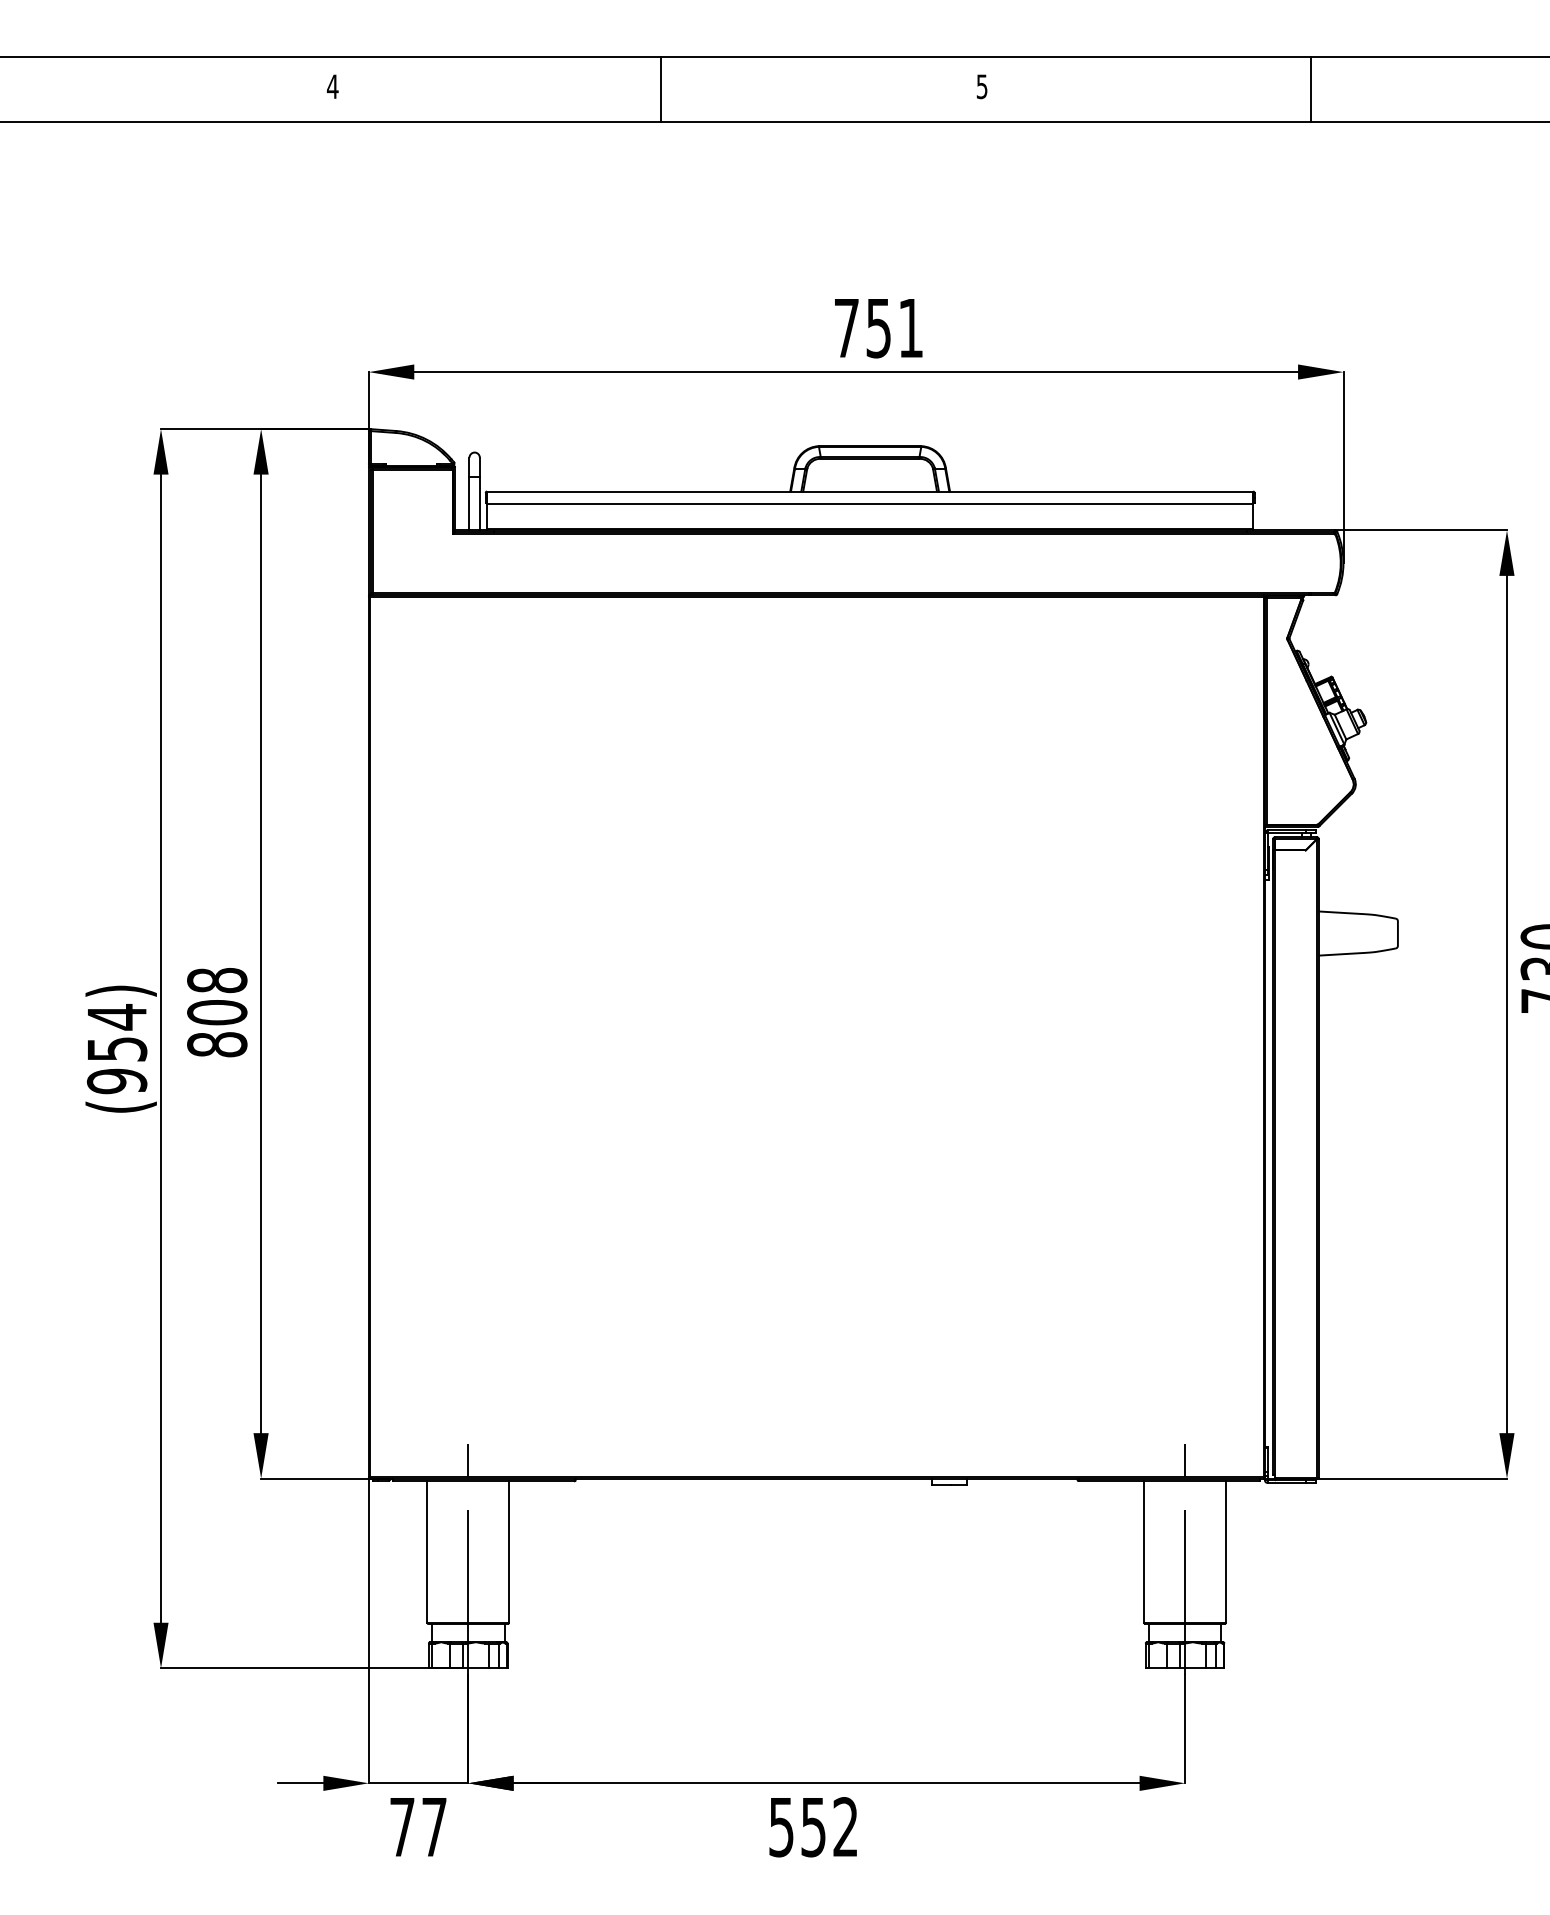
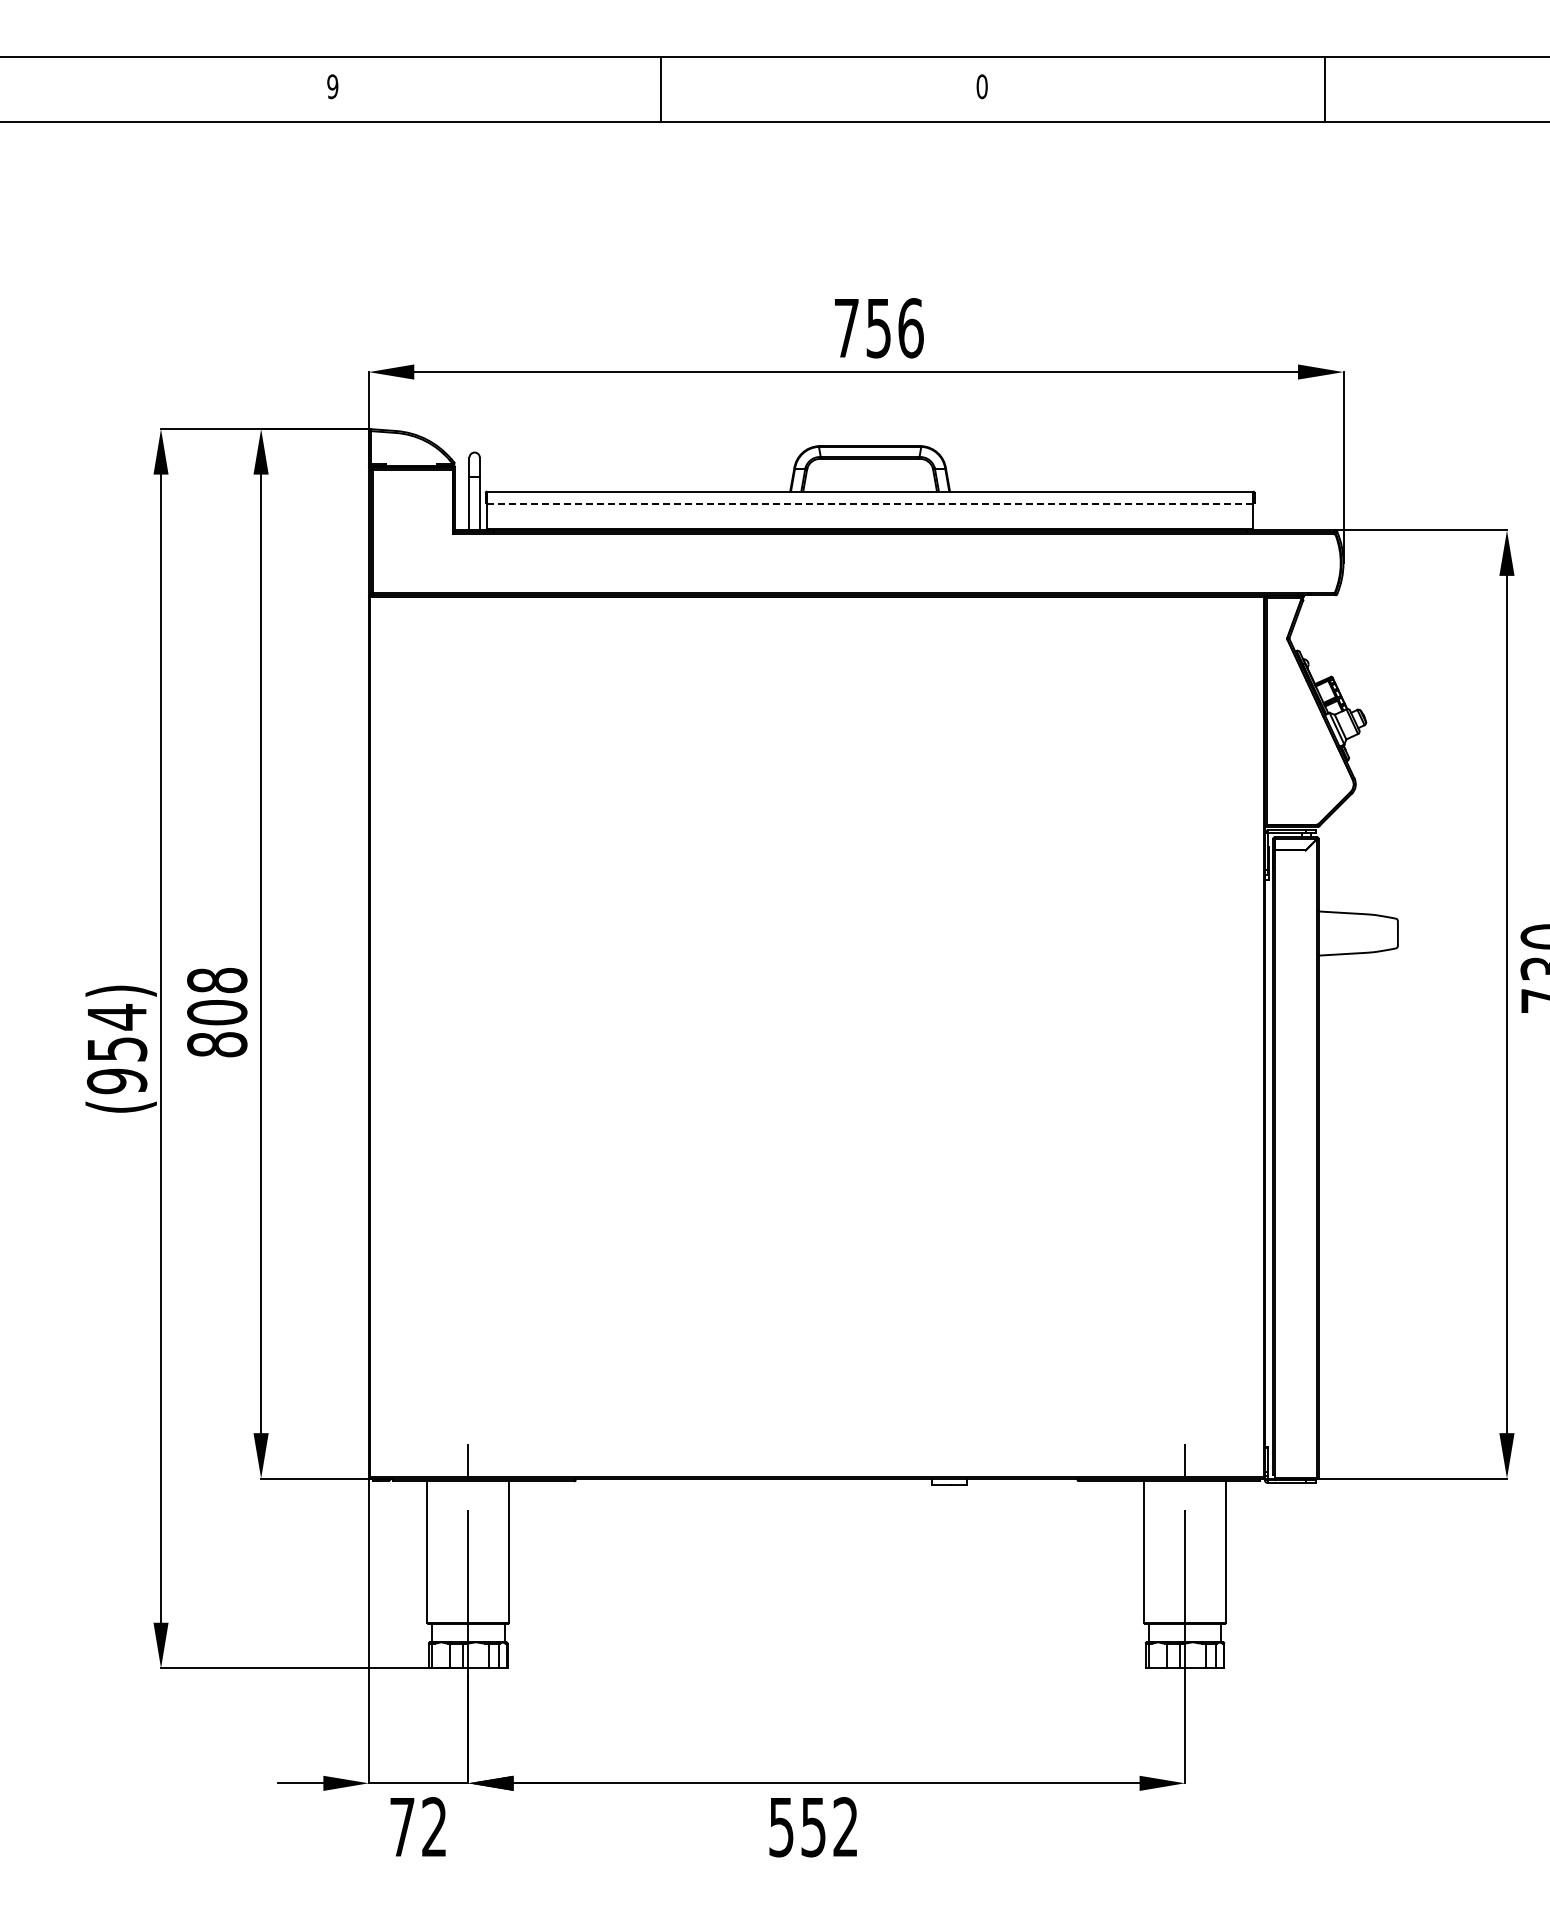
text at (332, 86): 4 -> 9
text at (981, 86): 5 -> 0
line at (1310, 89) position: (1310, 89) -> (1324, 89)
text at (910, 328): 751 -> 756
line at (869, 503): solid -> dashed
text at (434, 1826): 77 -> 72
